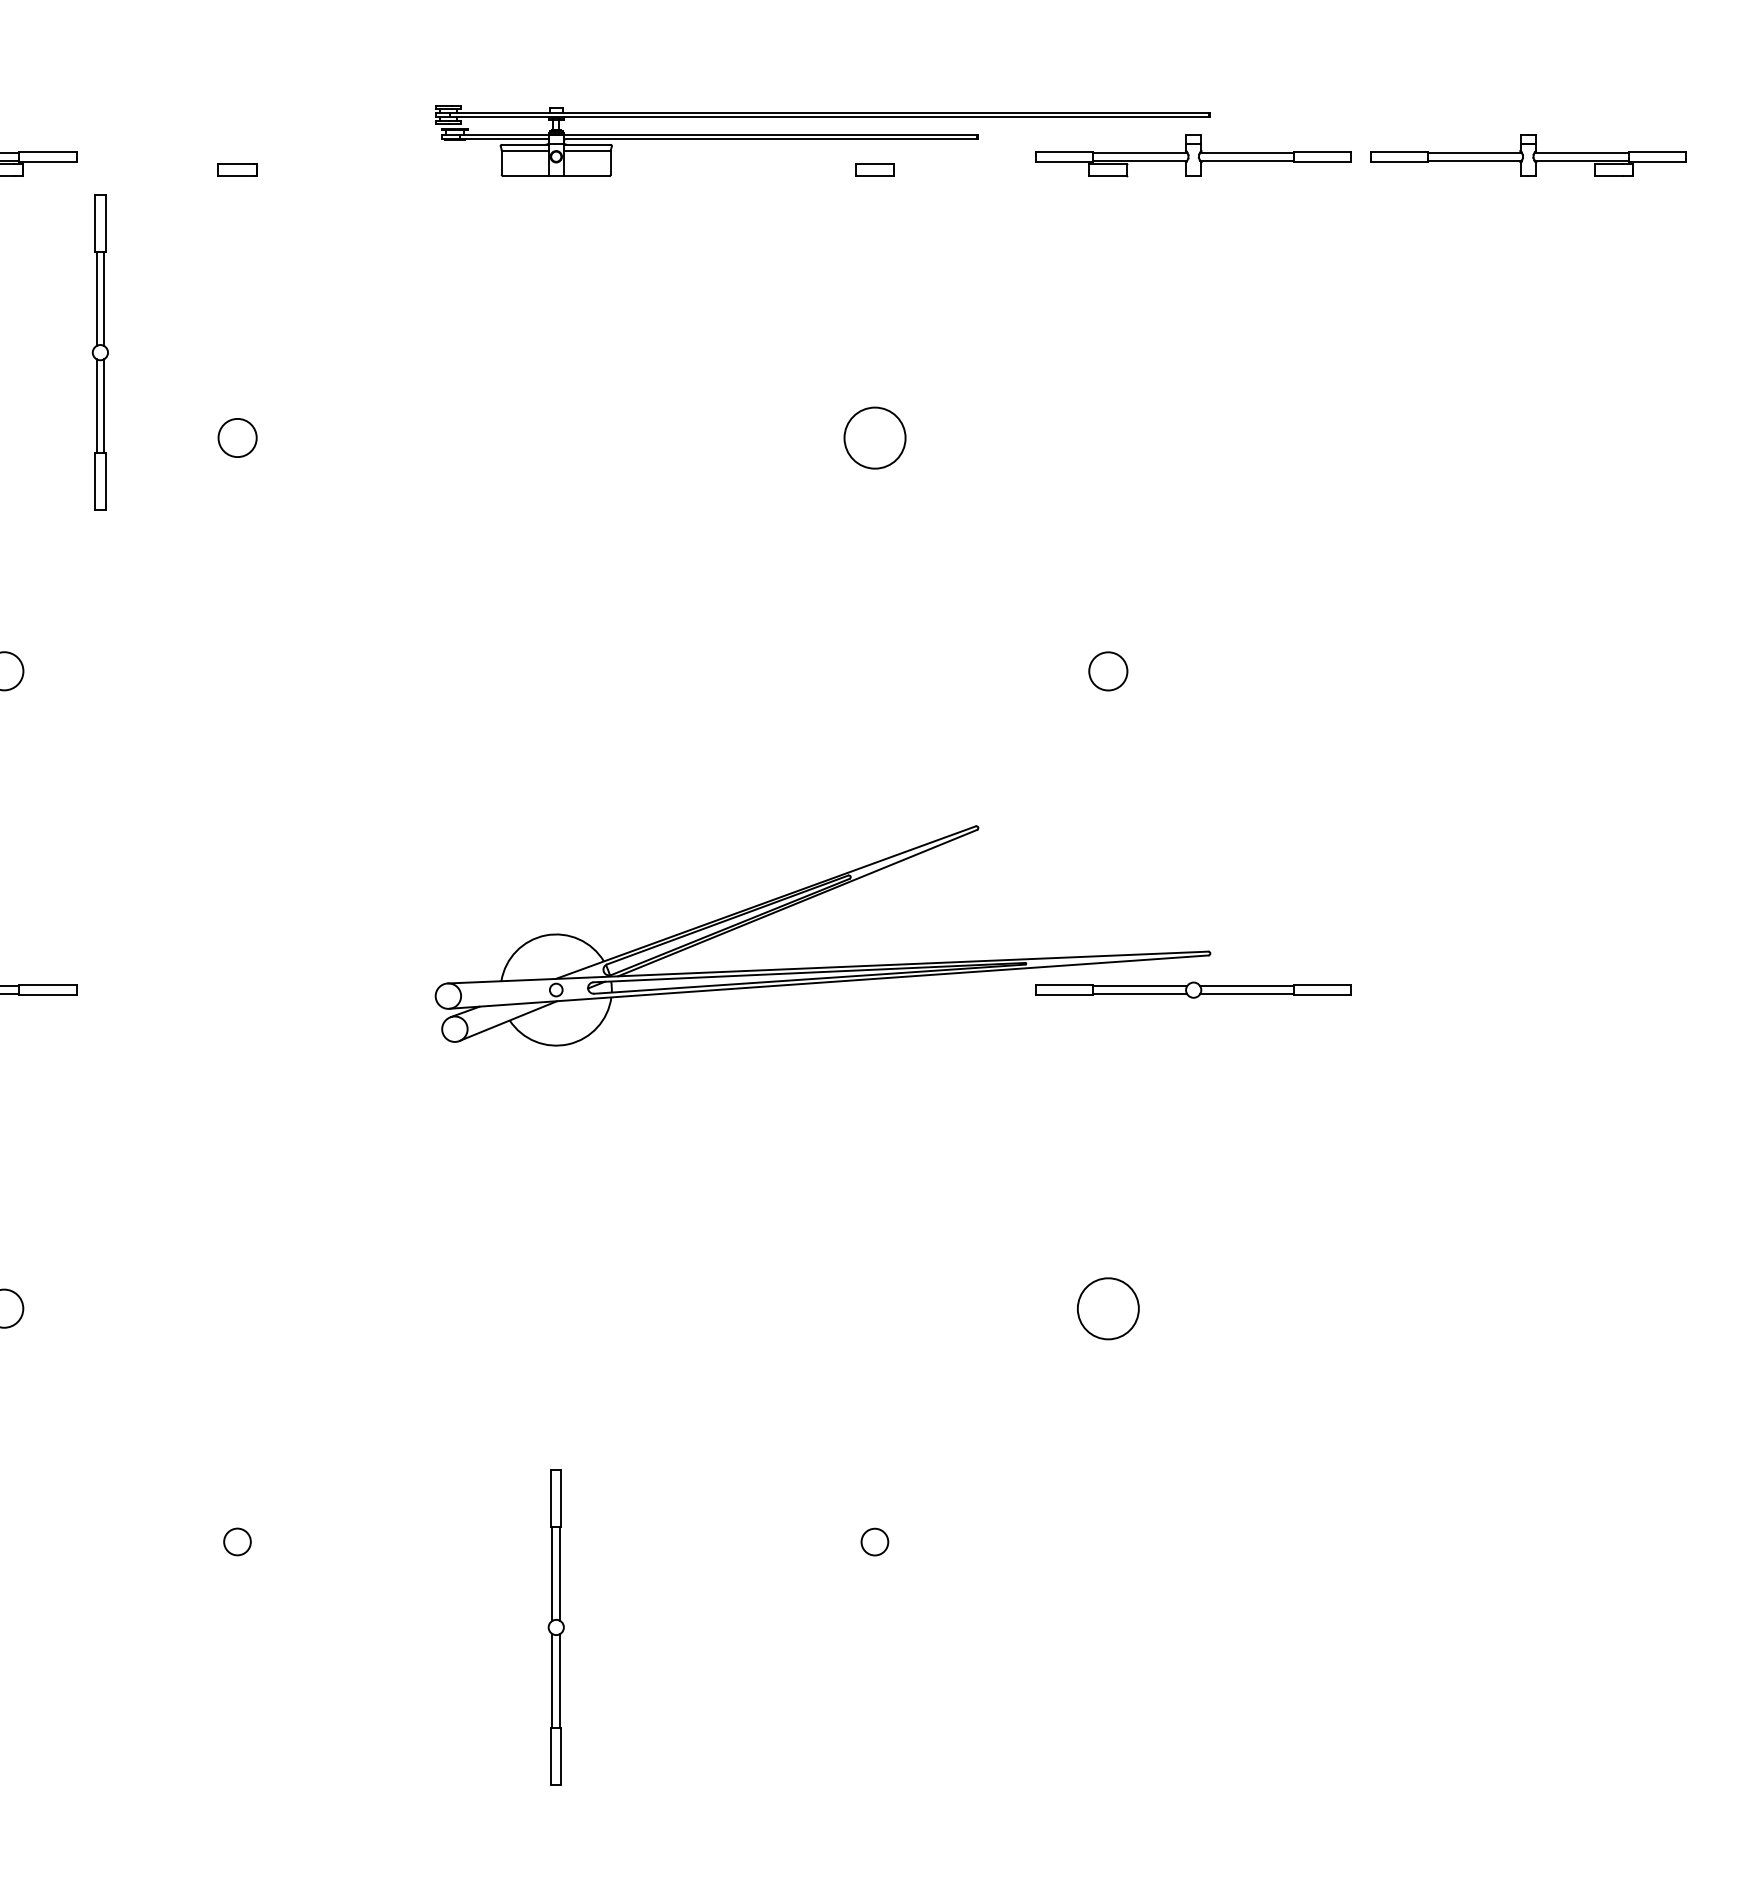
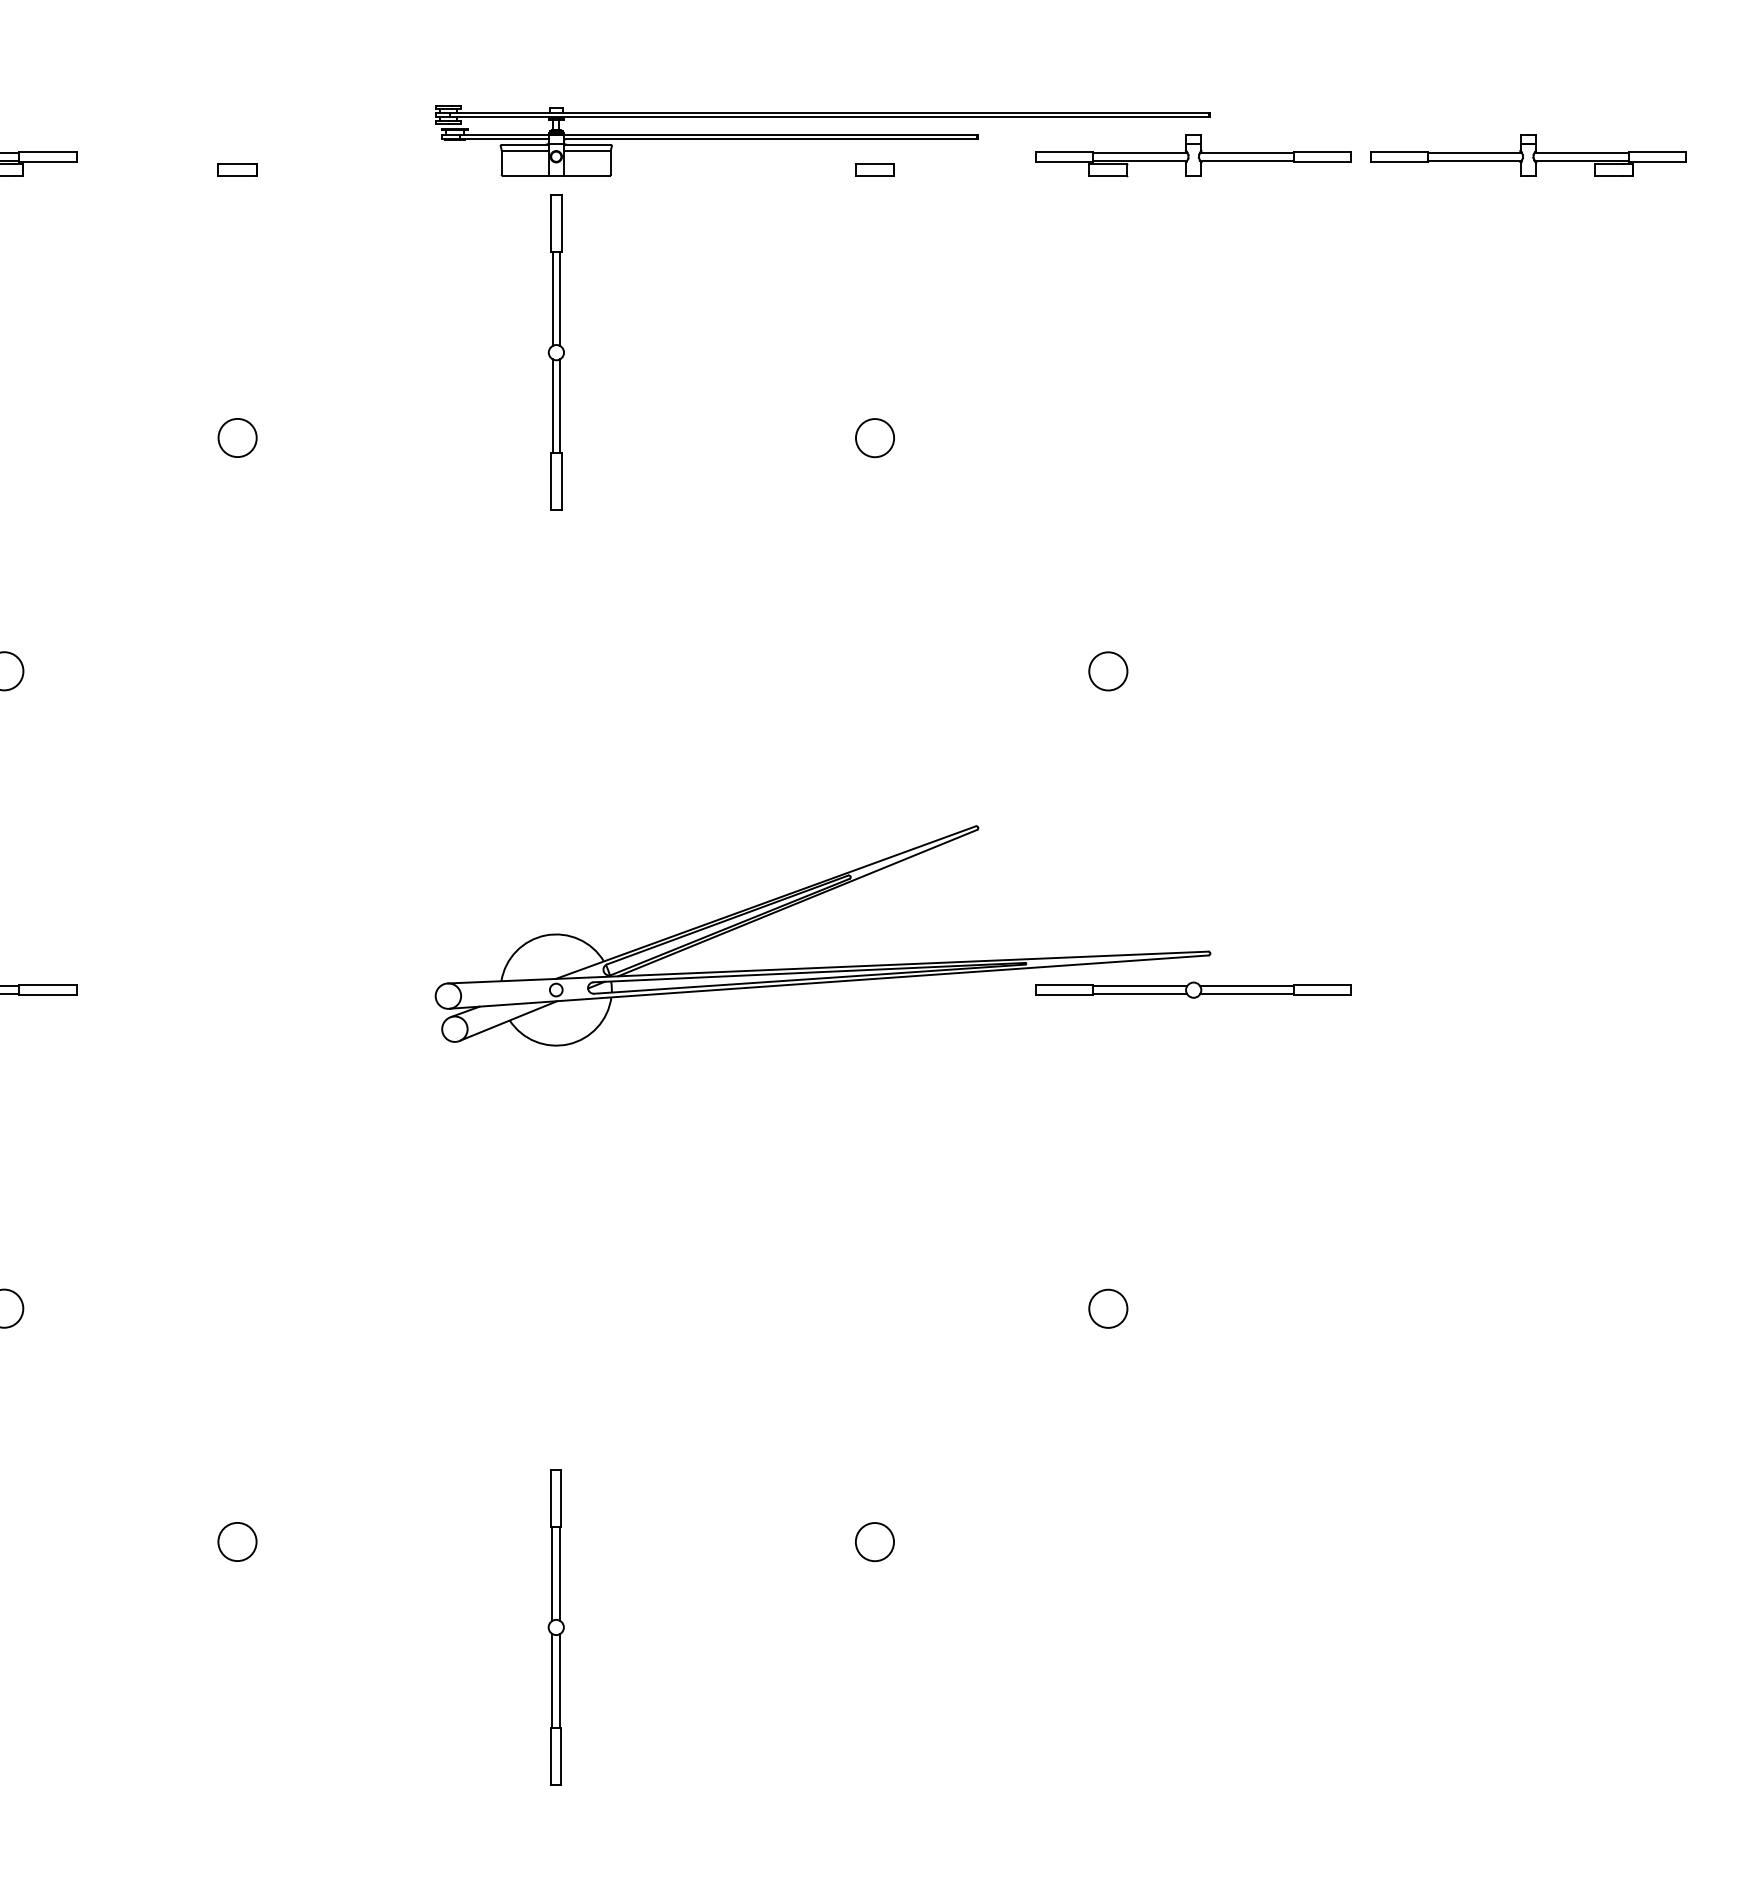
part at (99, 352) position: (99, 352) -> (555, 352)
circle at (874, 437) diameter: 61 px -> 38 px
circle at (1107, 1308) diameter: 61 px -> 38 px
circle at (237, 1541) diameter: 27 px -> 38 px
circle at (874, 1541) diameter: 27 px -> 38 px
